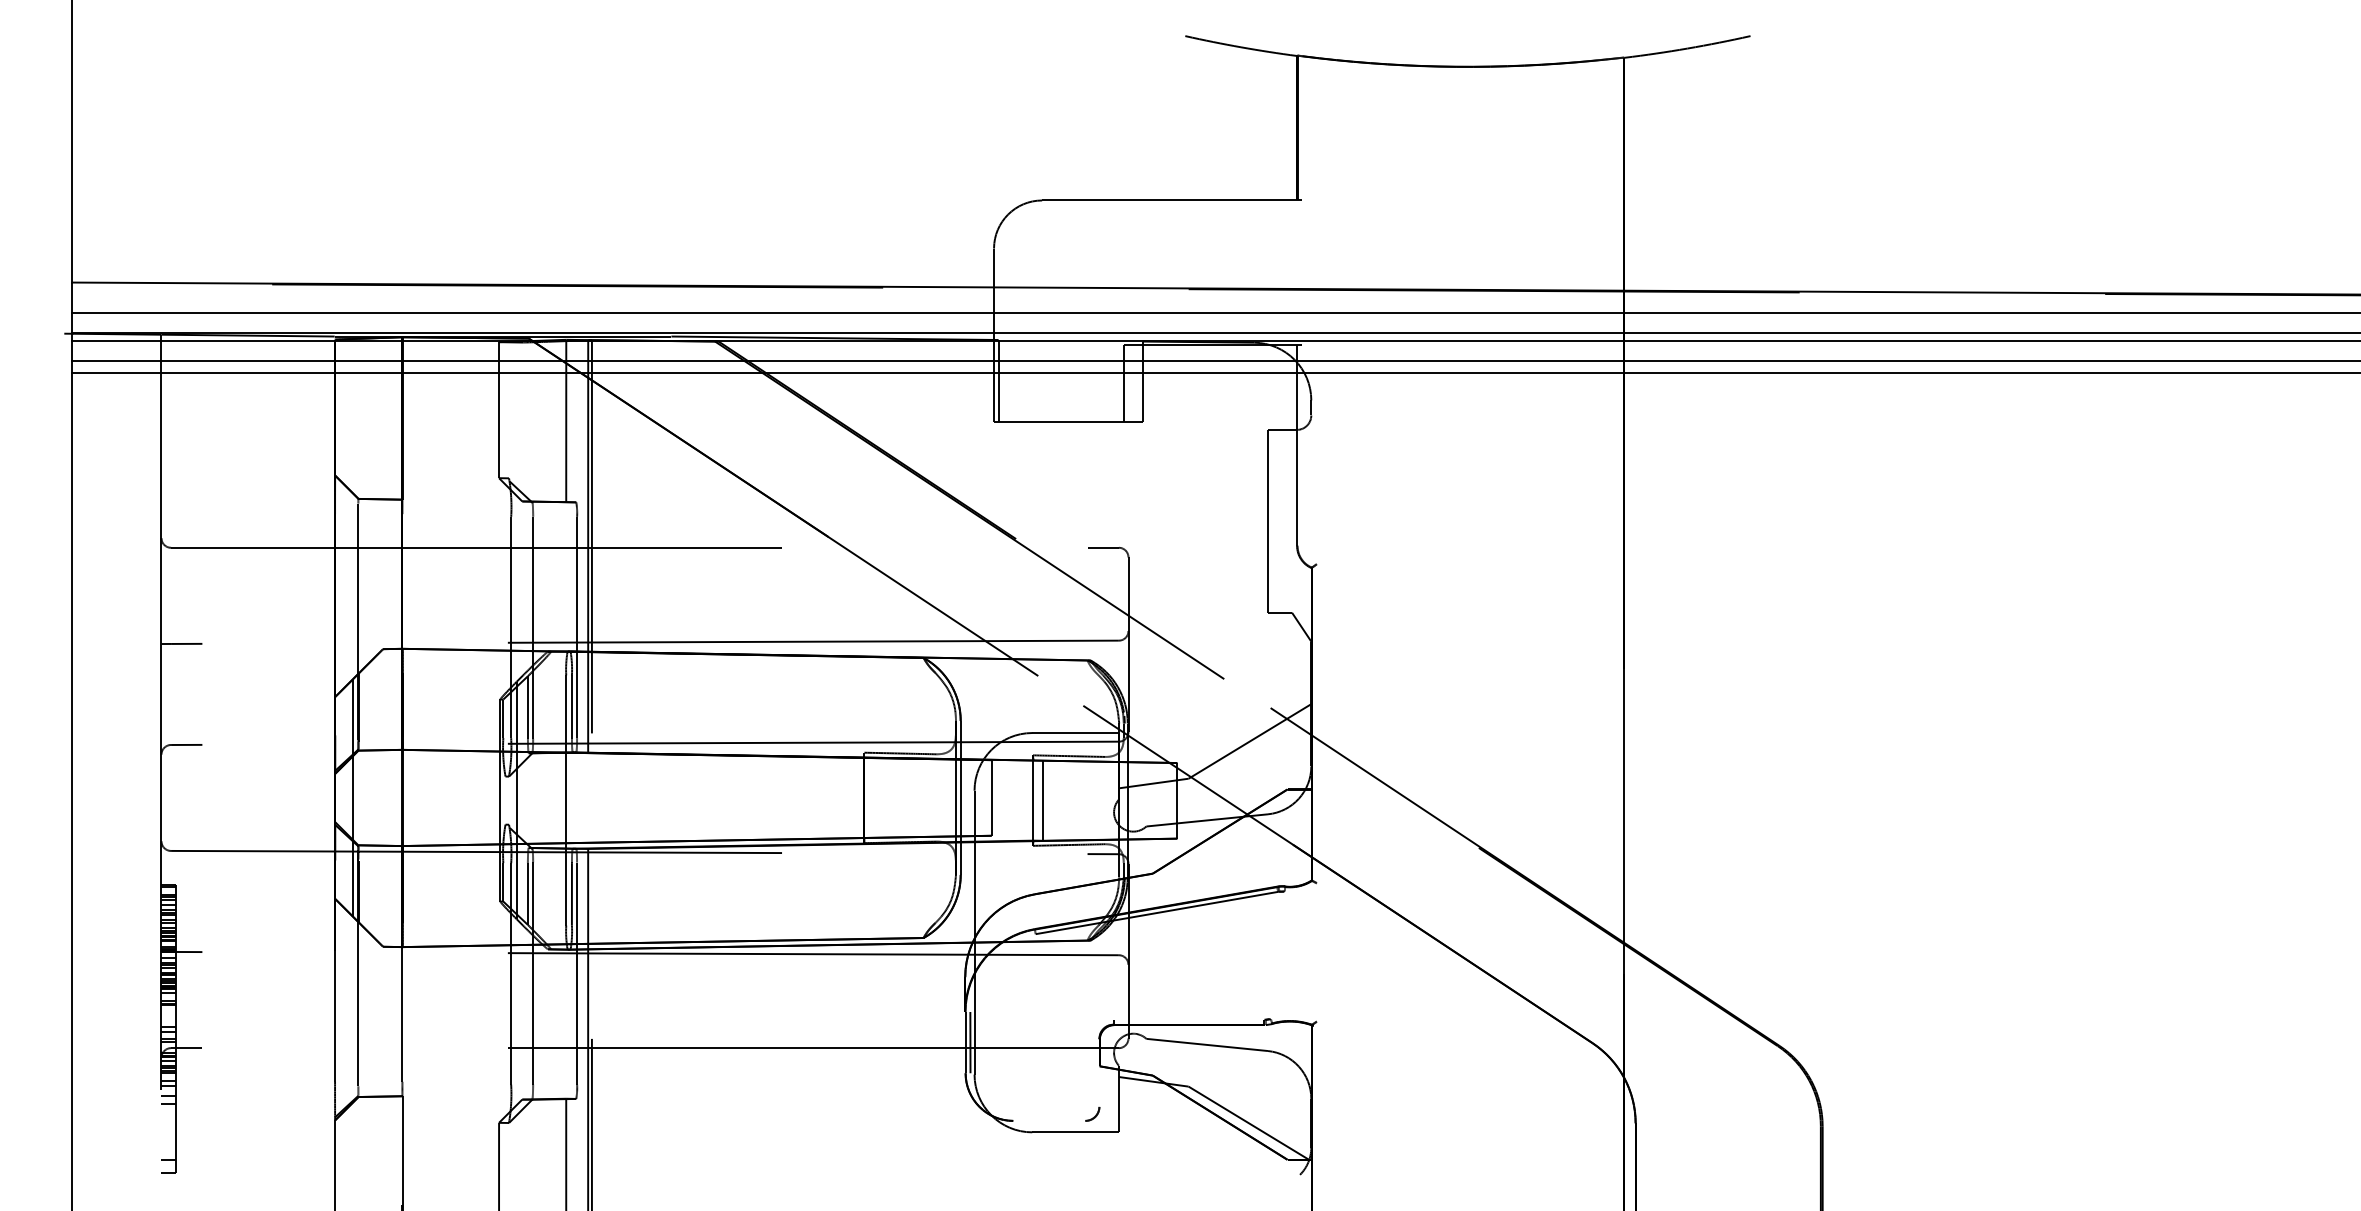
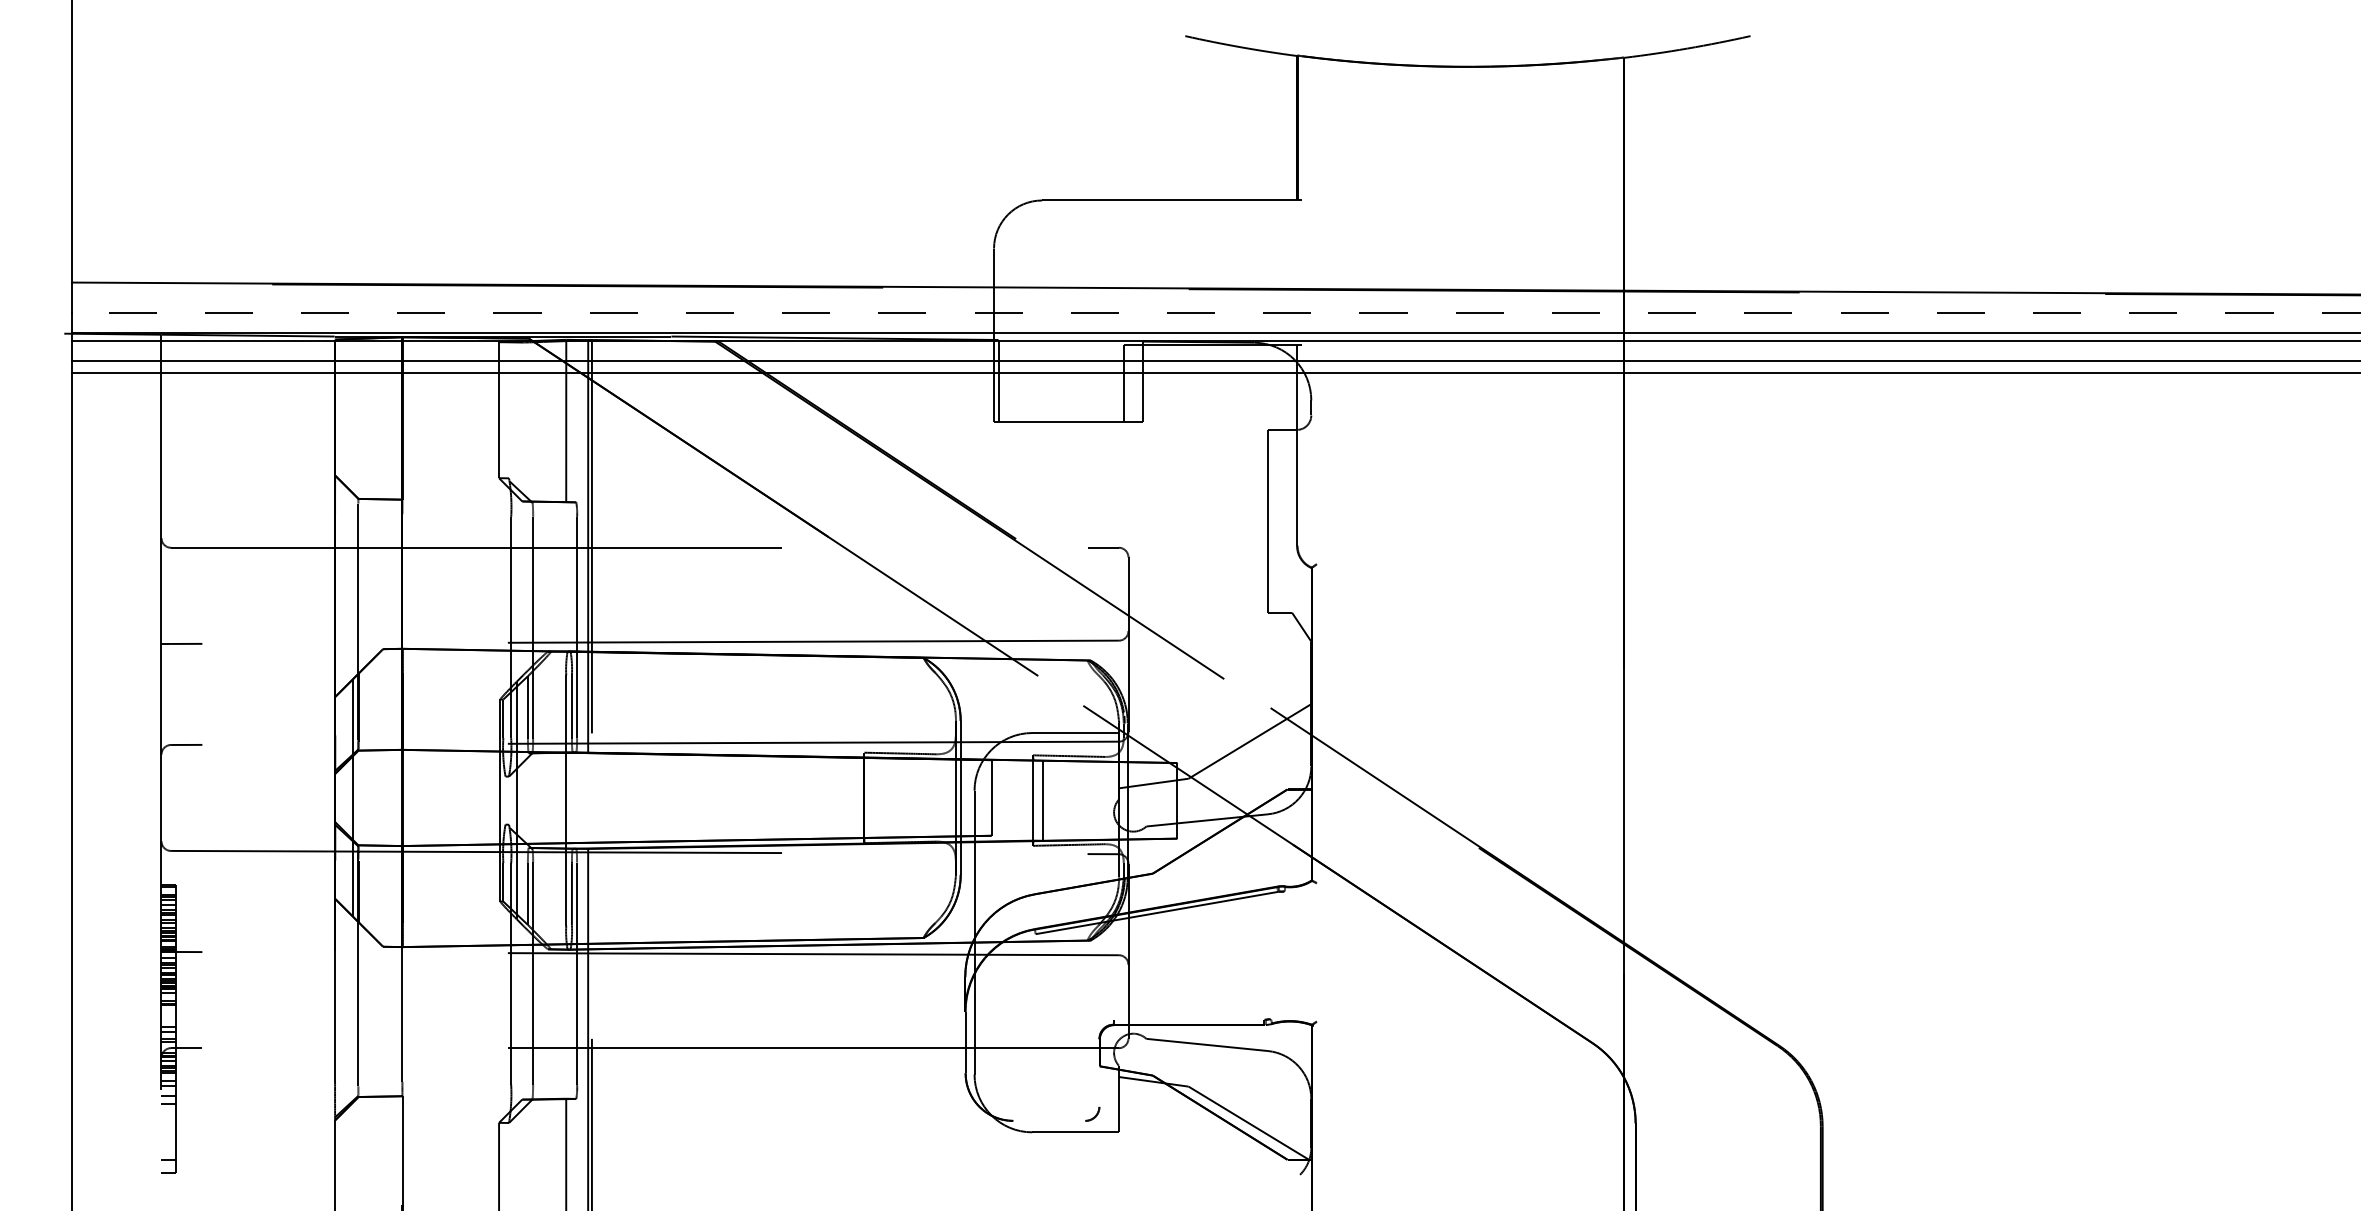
line at (1216, 313): solid -> dashed
line at (970, 1042): present -> none
